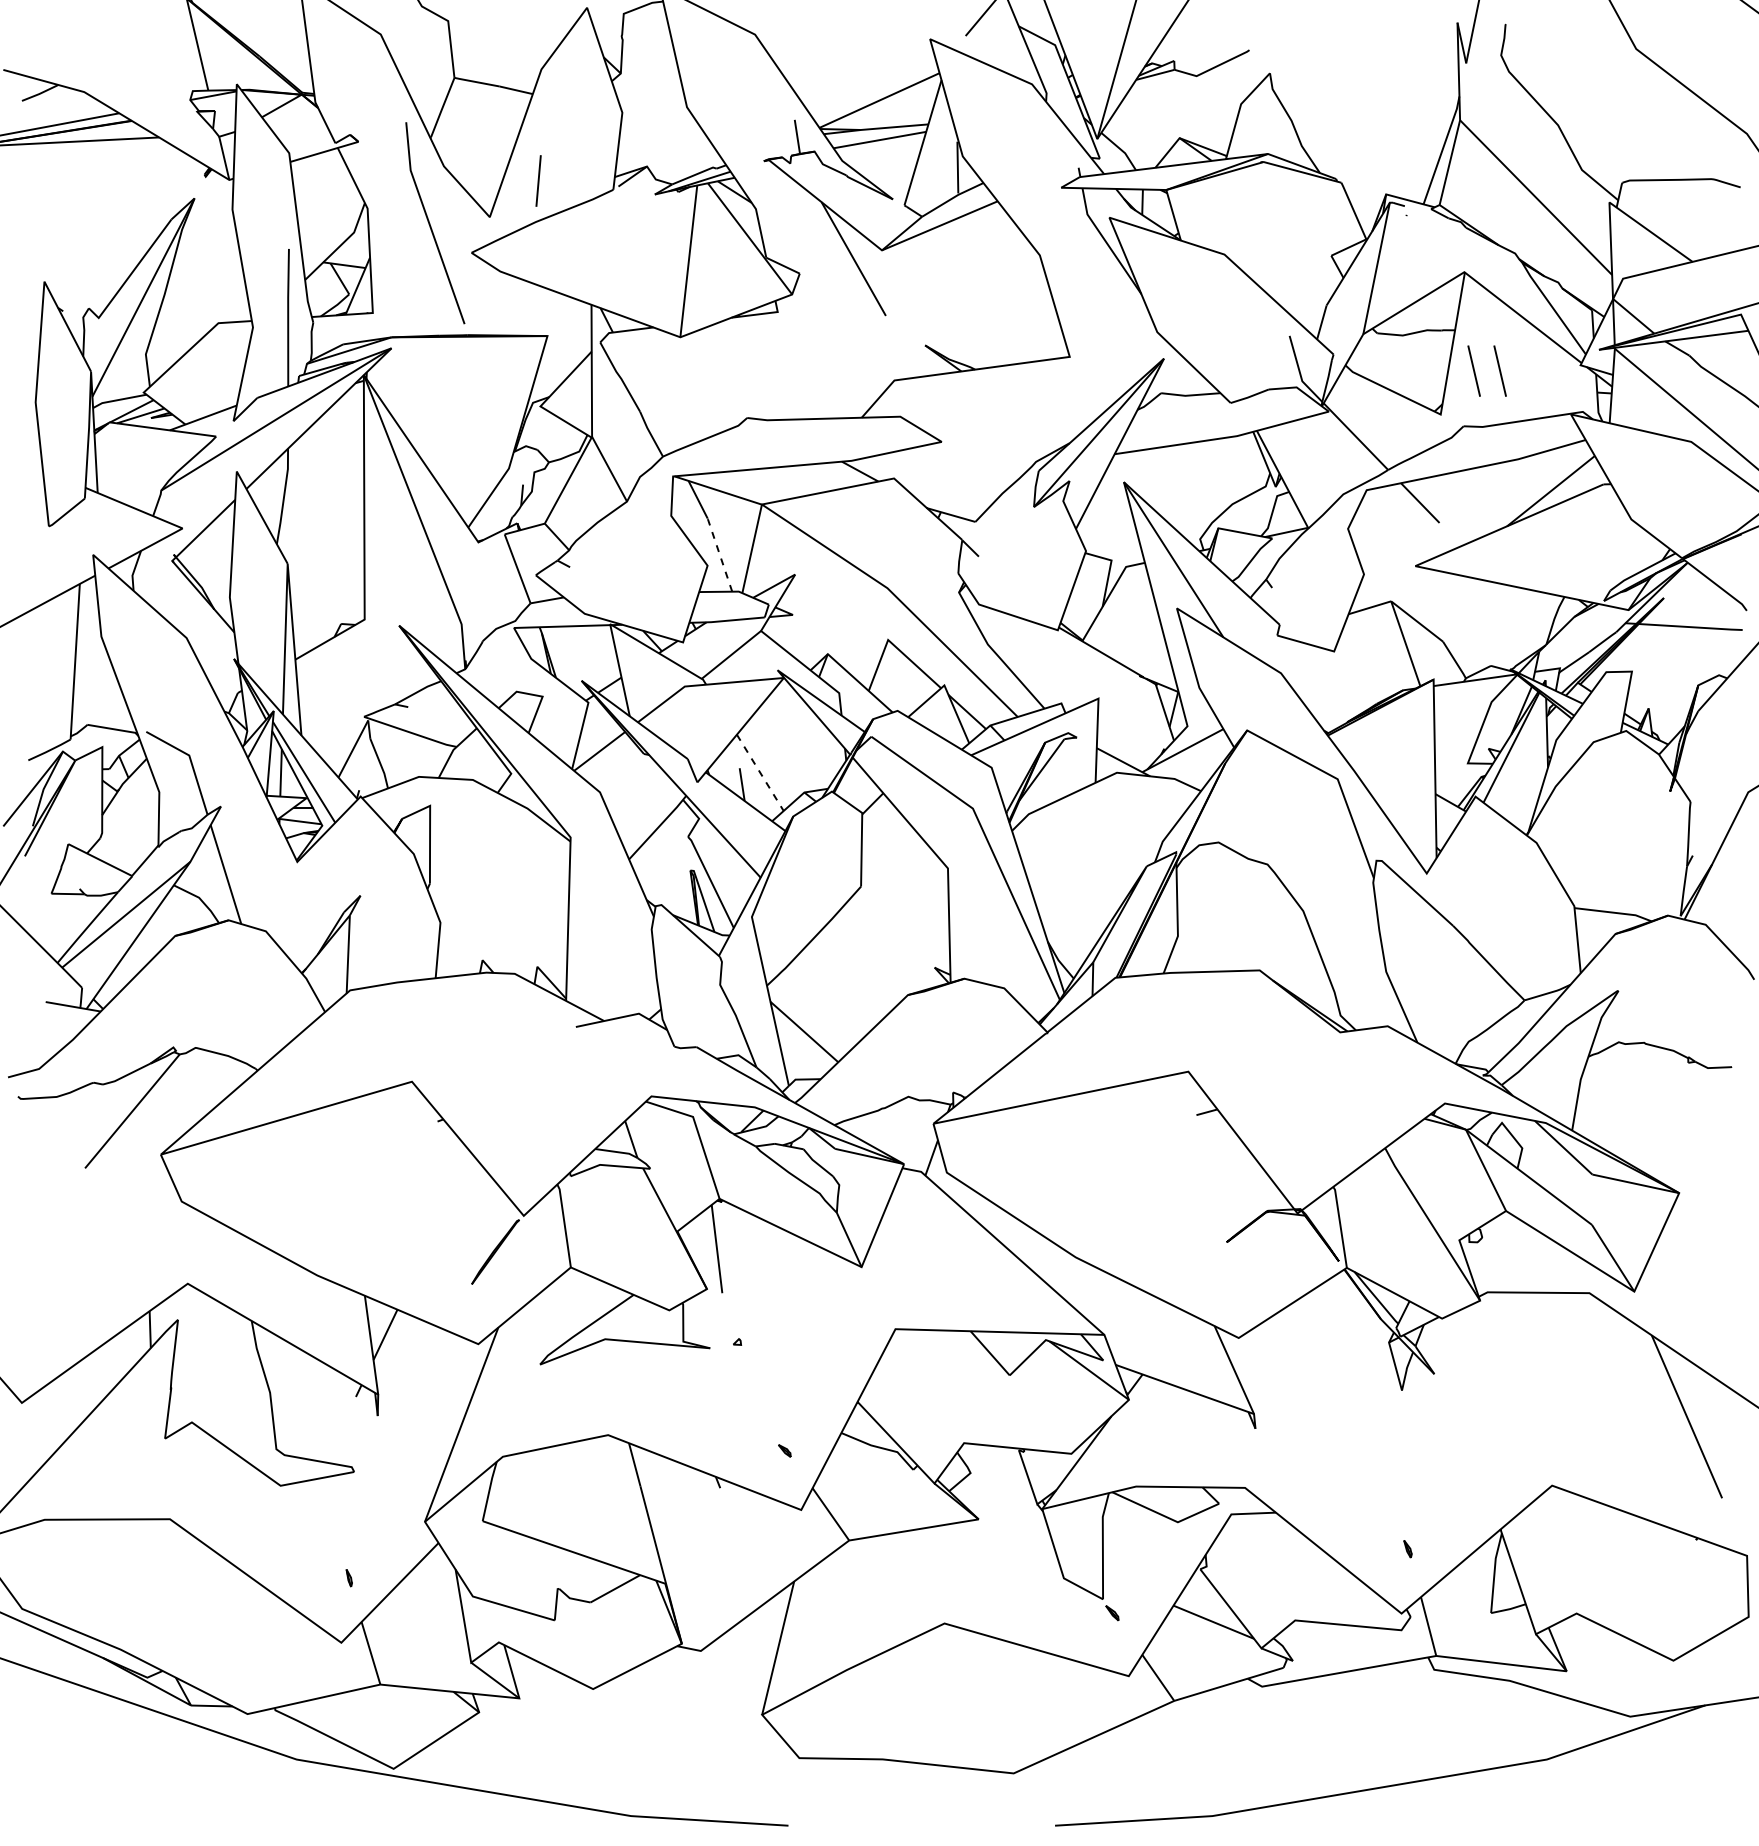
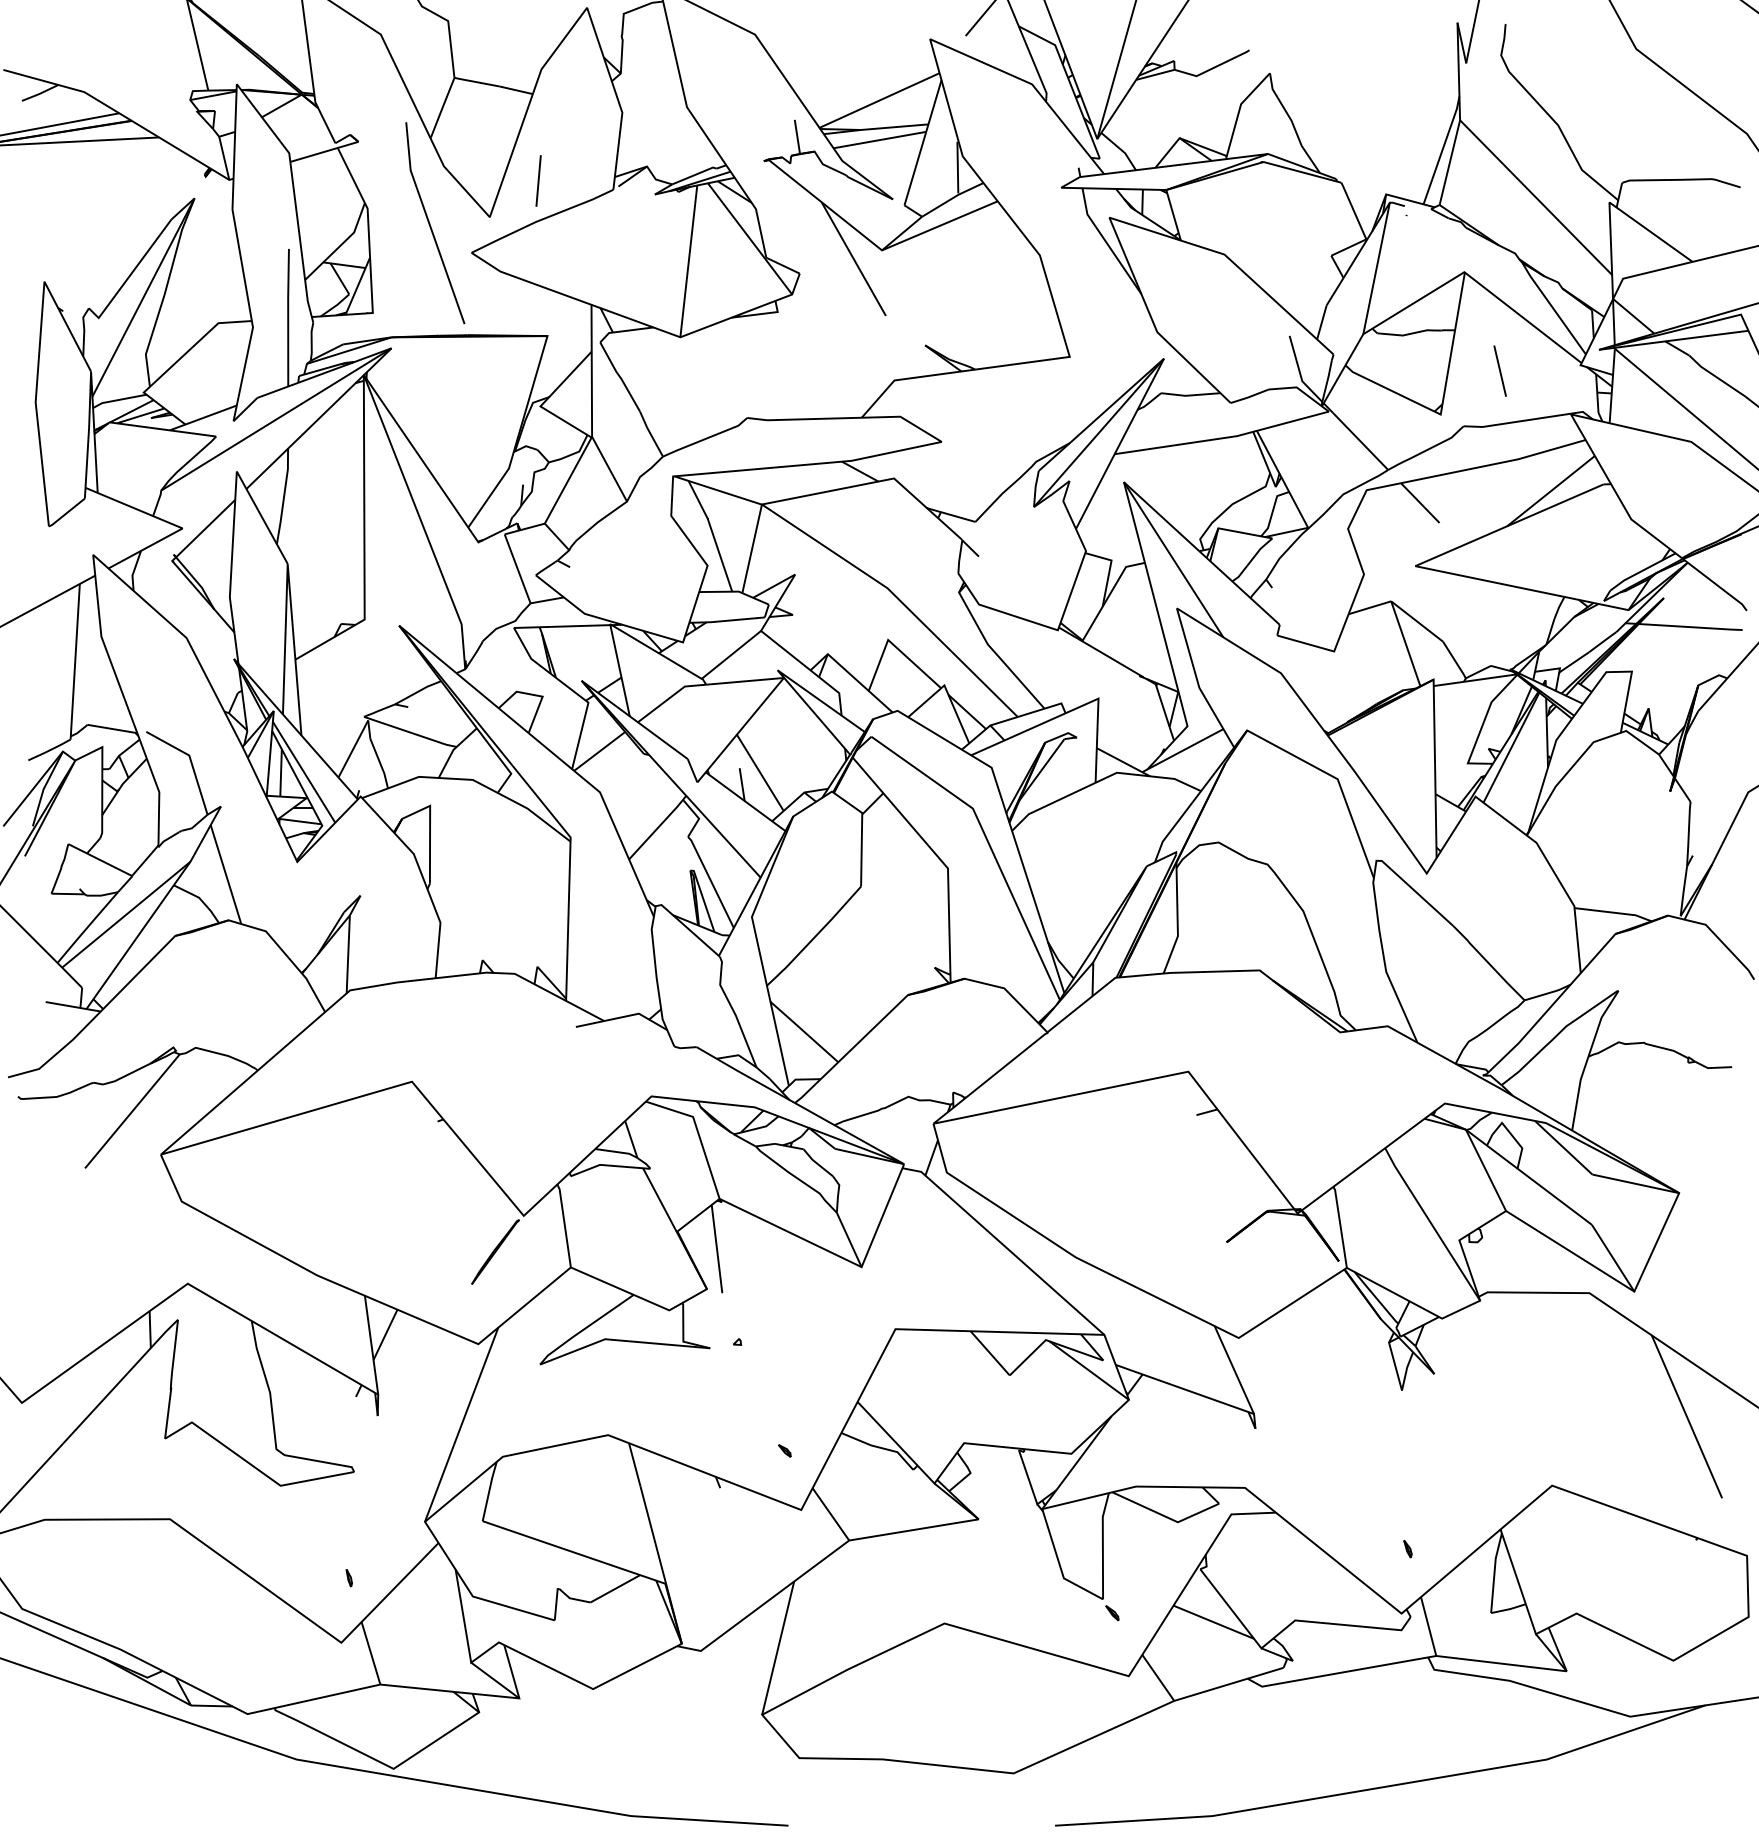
line at (1473, 370): present -> none
line at (719, 553): dashed -> solid
line at (760, 772): dashed -> solid
